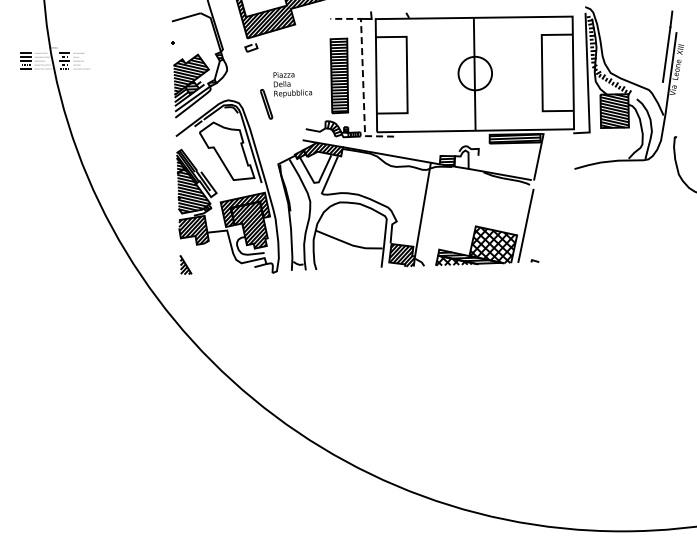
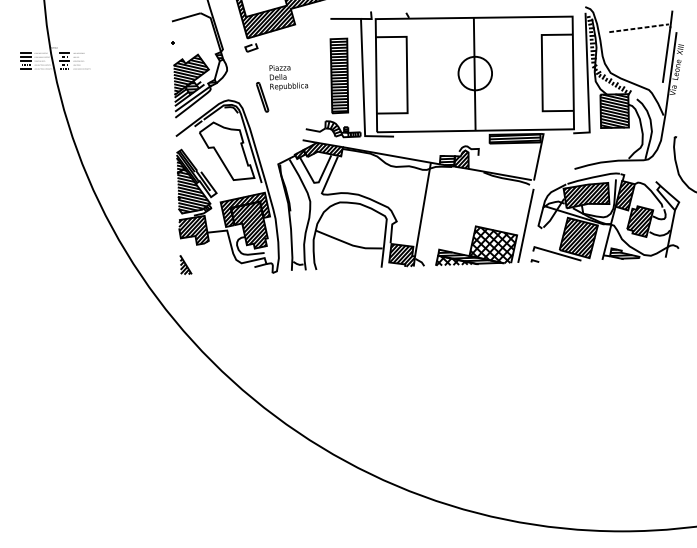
line at (638, 28): none -> present
line at (363, 76): dashed -> solid
part at (286, 95) position: (286, 95) -> (282, 88)
hatch at (461, 159): none -> present
part at (606, 216): none -> present
